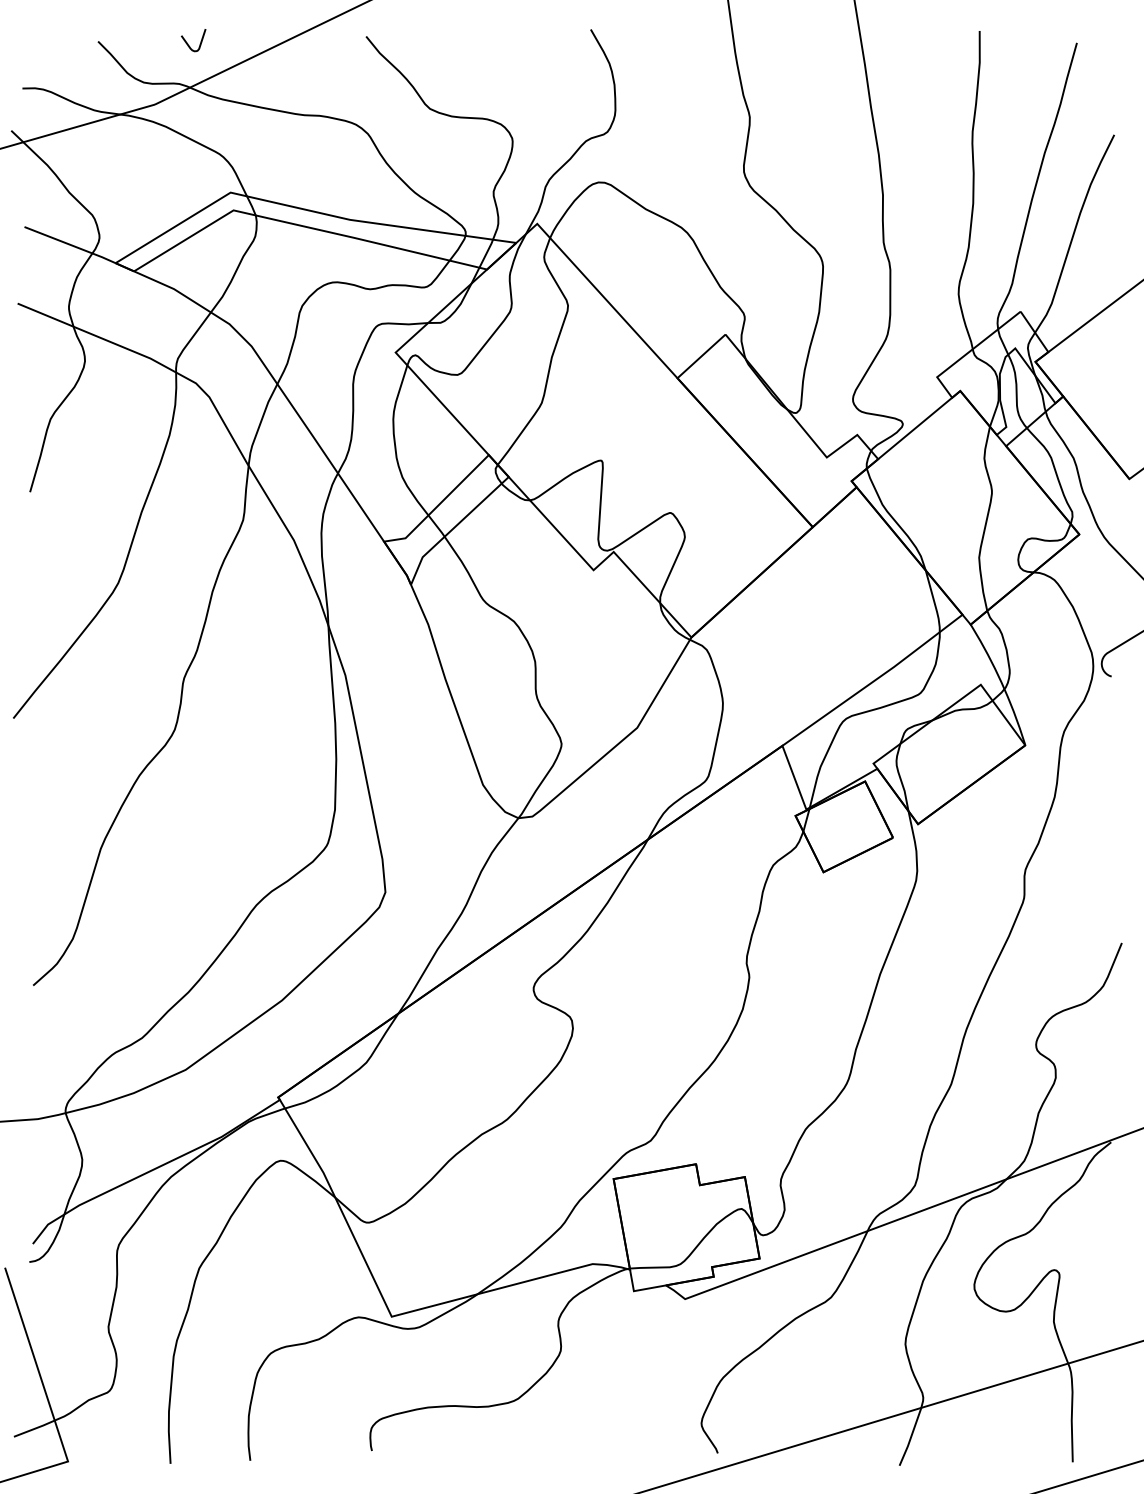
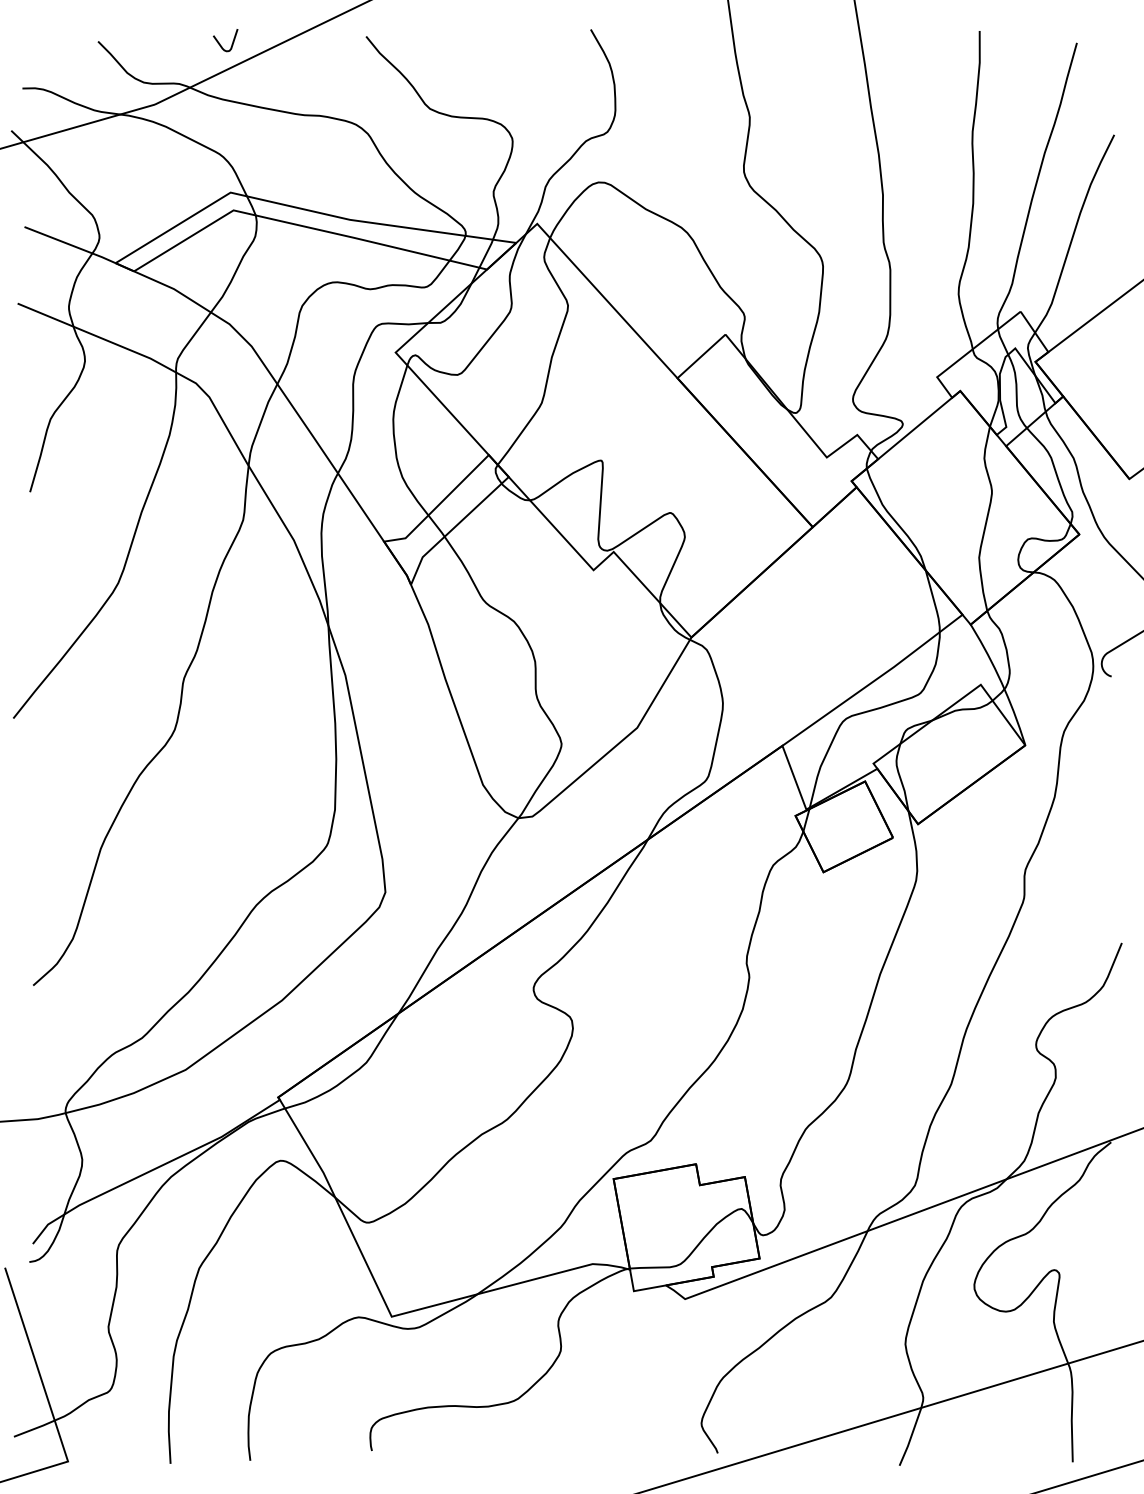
curve at (188, 43) position: (188, 43) -> (220, 43)
